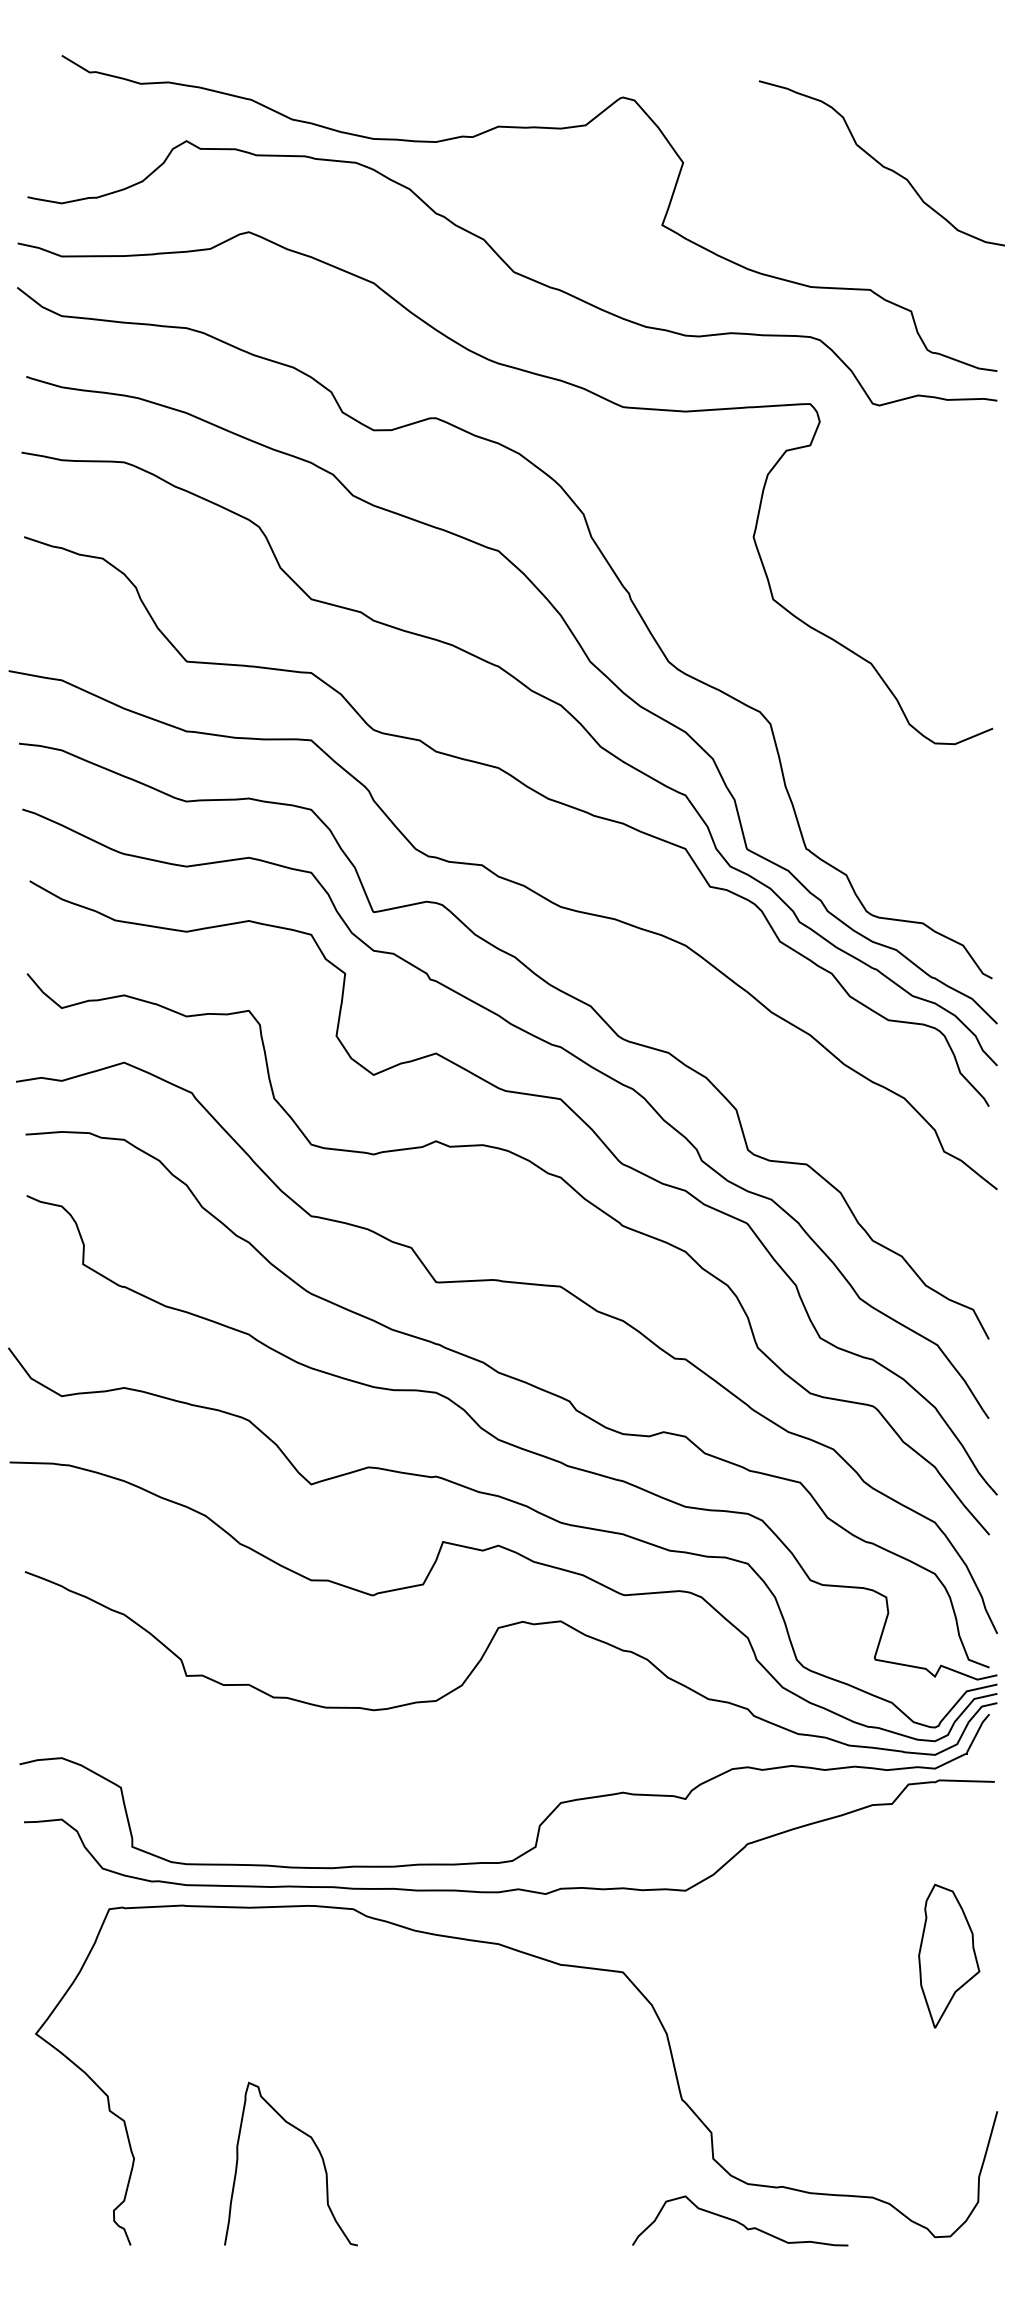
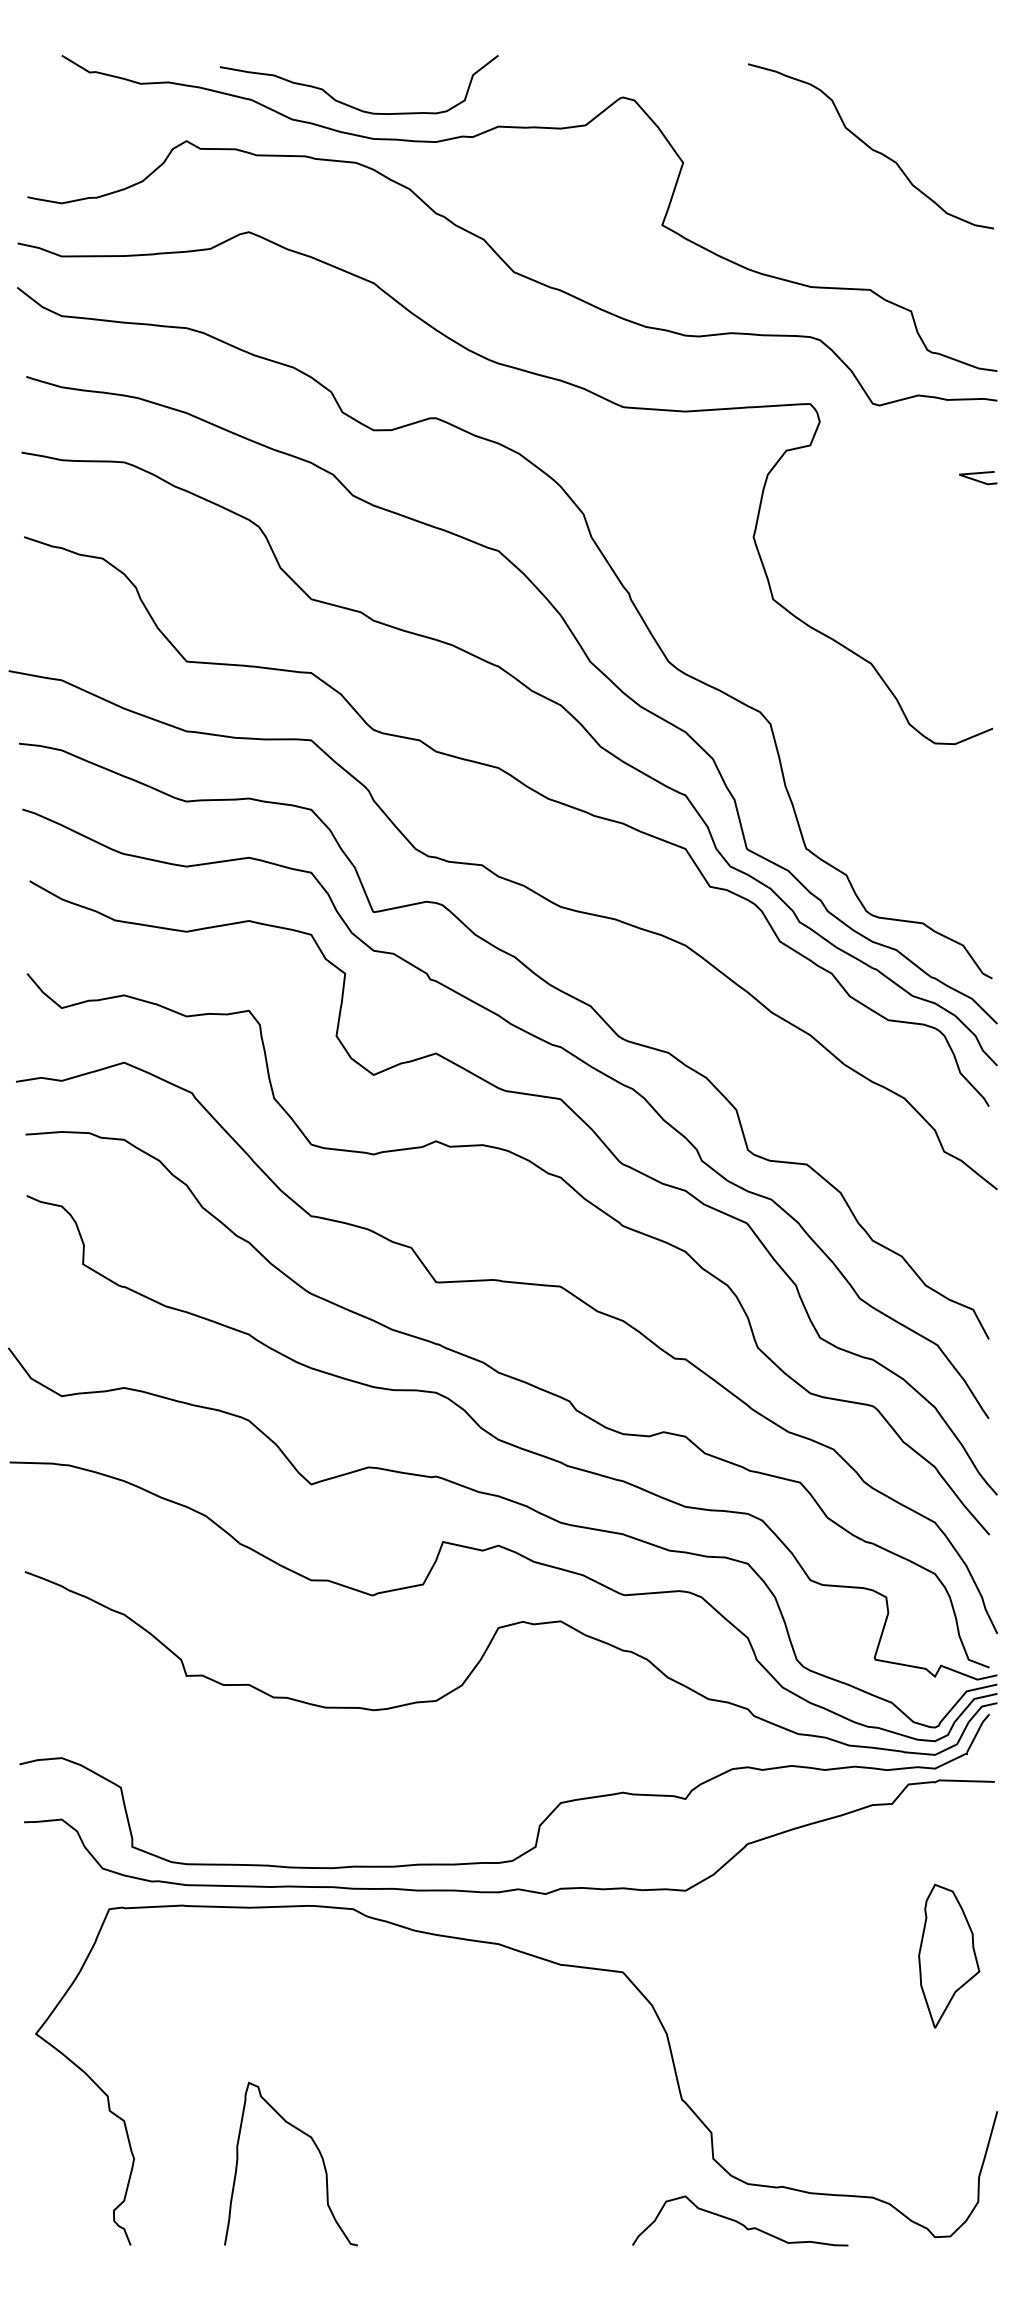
curve at (351, 105): none -> present
curve at (881, 163) position: (881, 163) -> (870, 146)
line at (977, 479): none -> present
